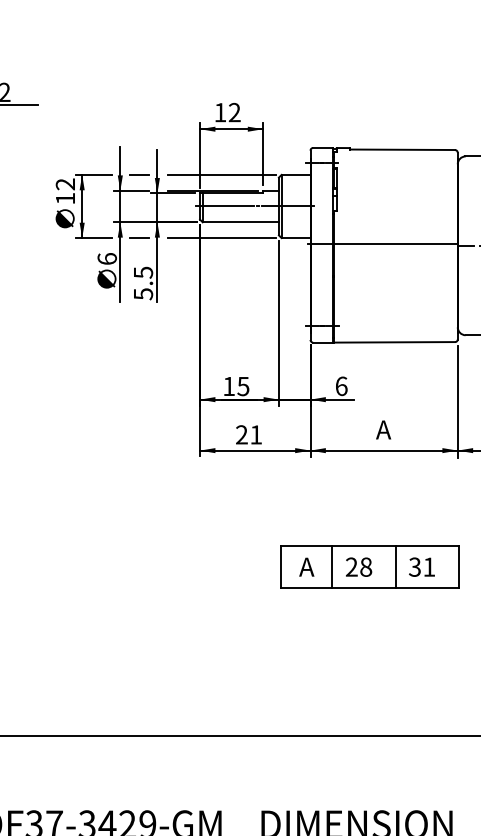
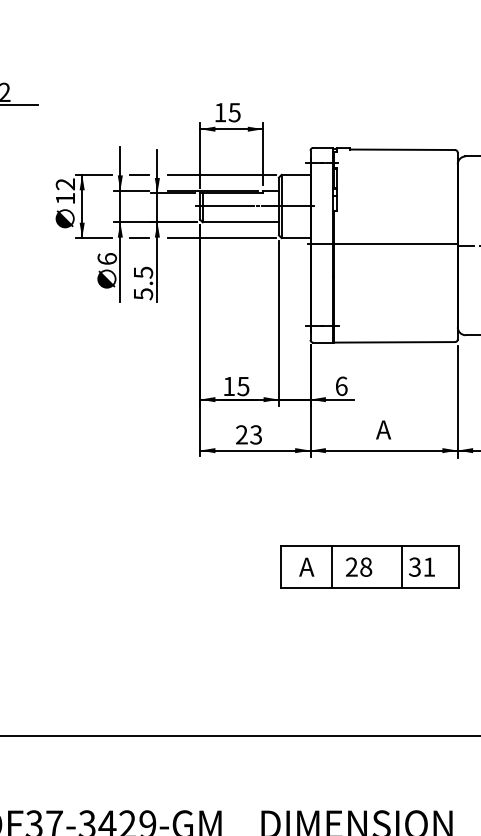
text at (234, 112): 12 -> 15
text at (255, 434): 21 -> 23
line at (395, 566) position: (395, 566) -> (401, 566)
